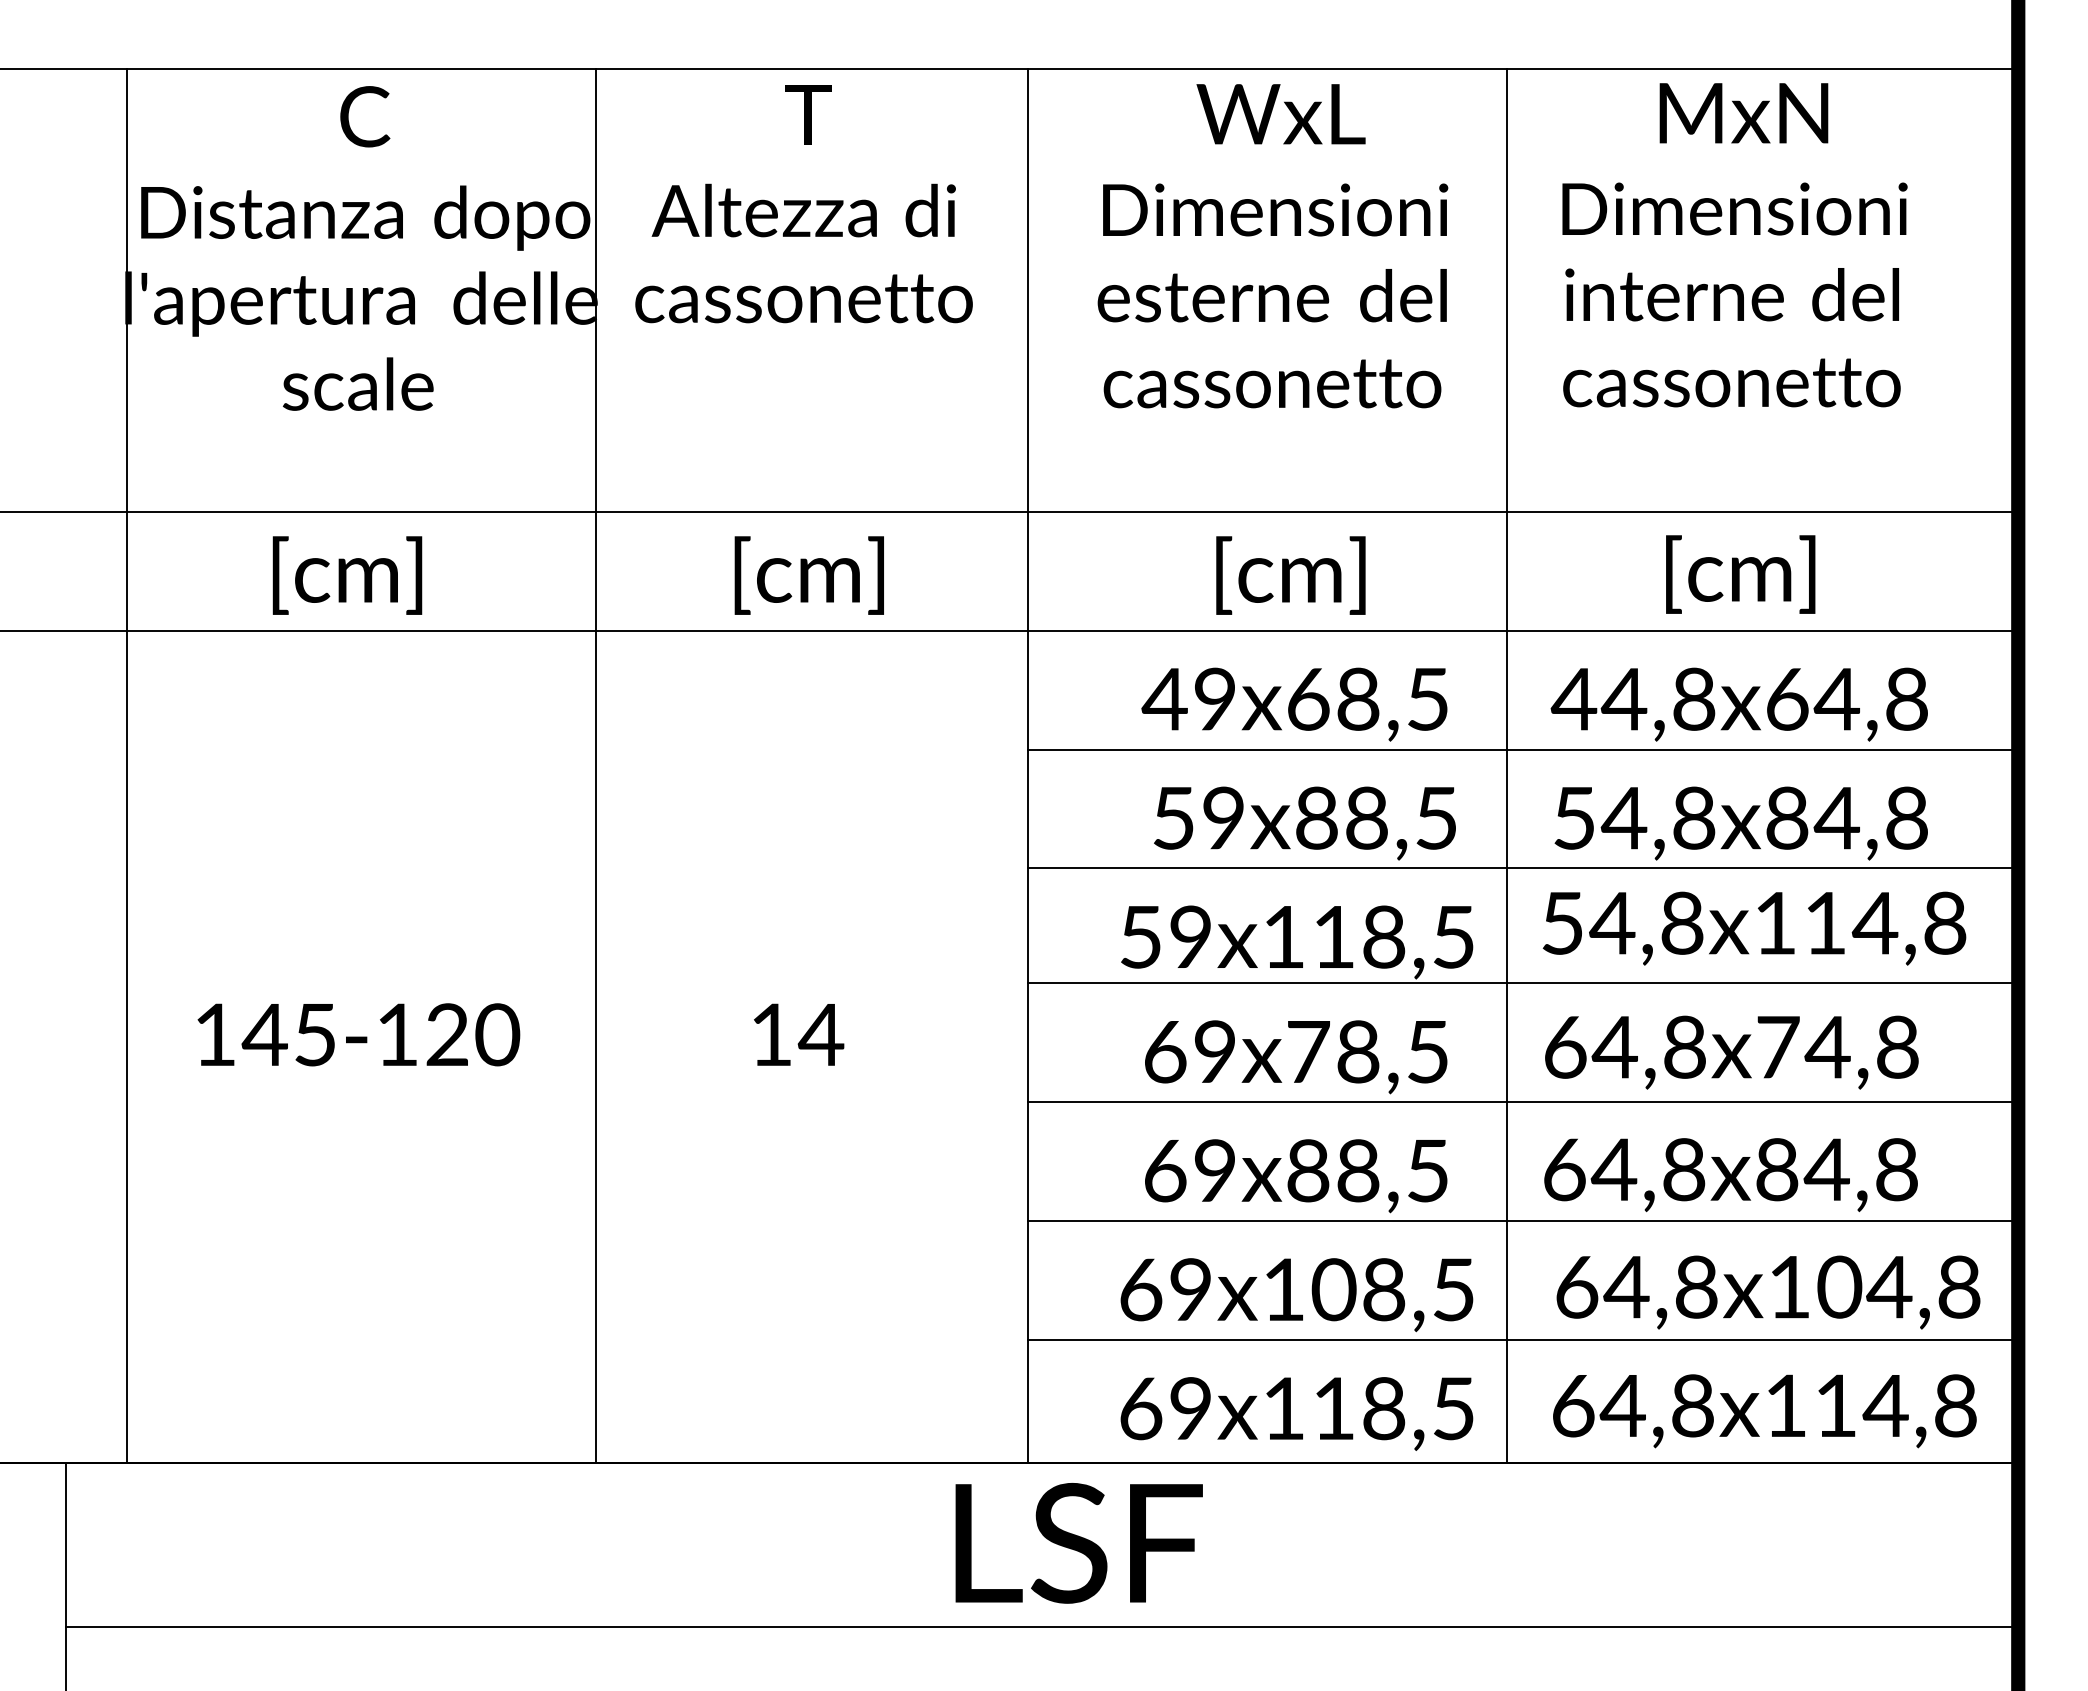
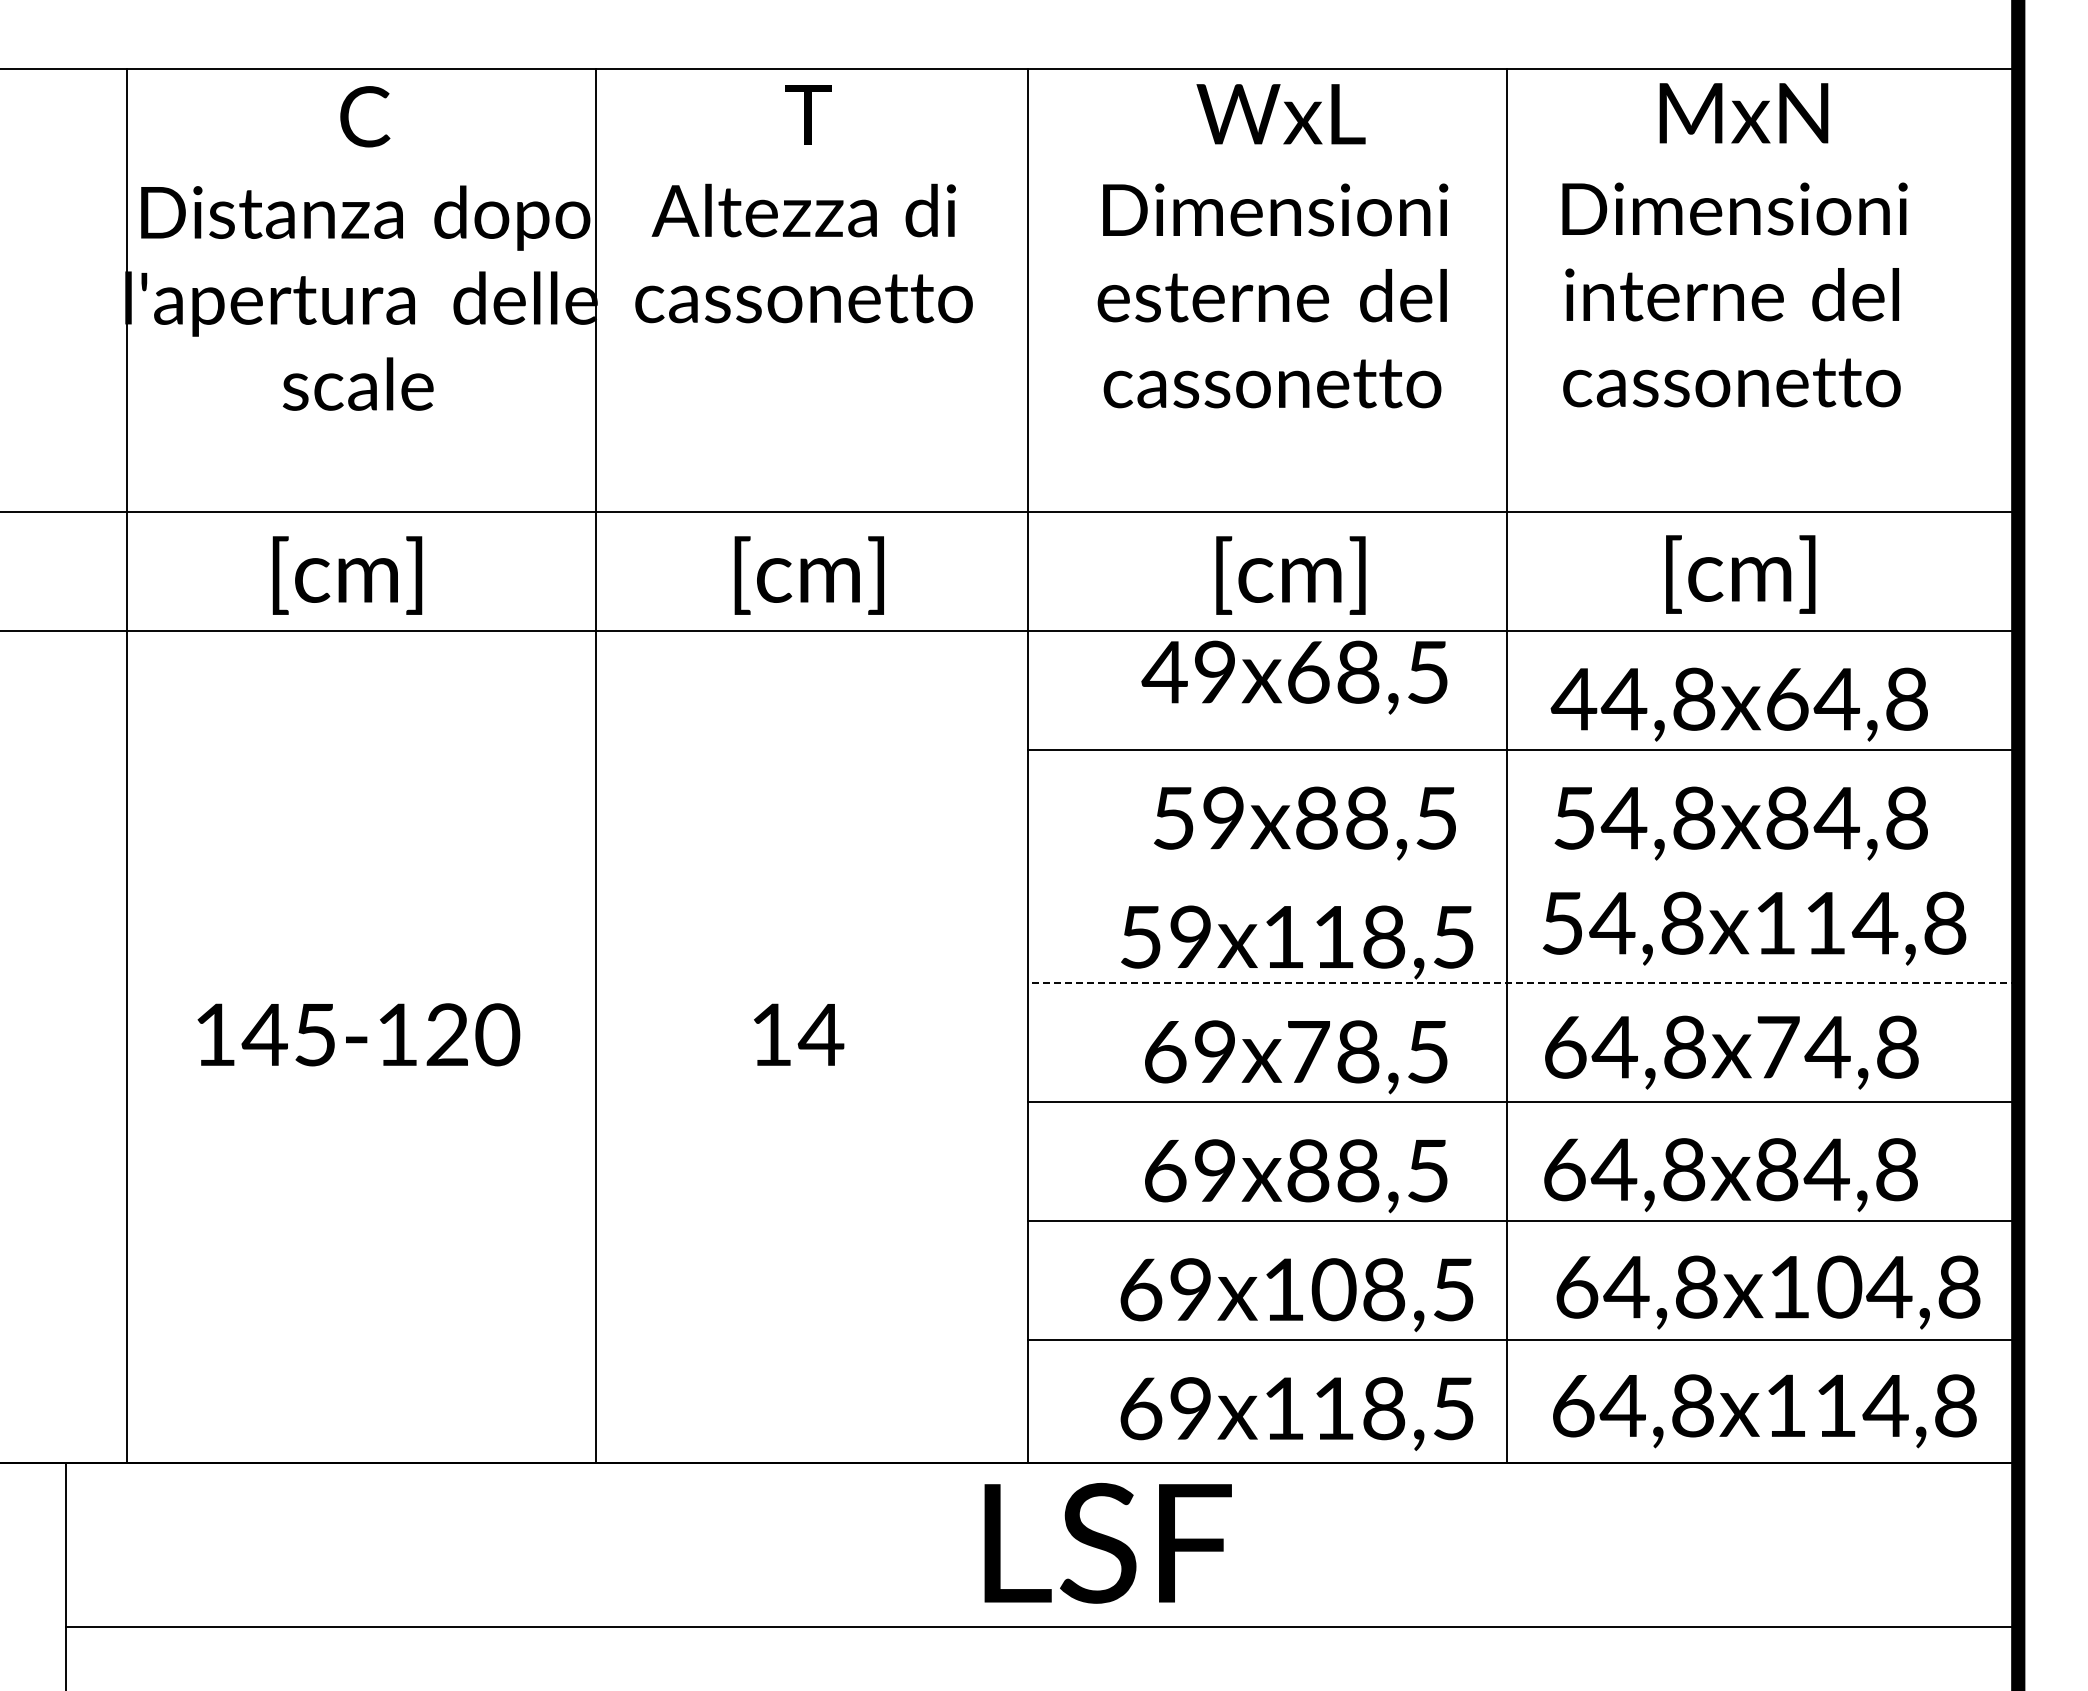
text at (1294, 704) position: (1294, 704) -> (1294, 677)
line at (1522, 868): present -> none
line at (1522, 983): solid -> dashed
text at (1078, 1543) position: (1078, 1543) -> (1107, 1543)
